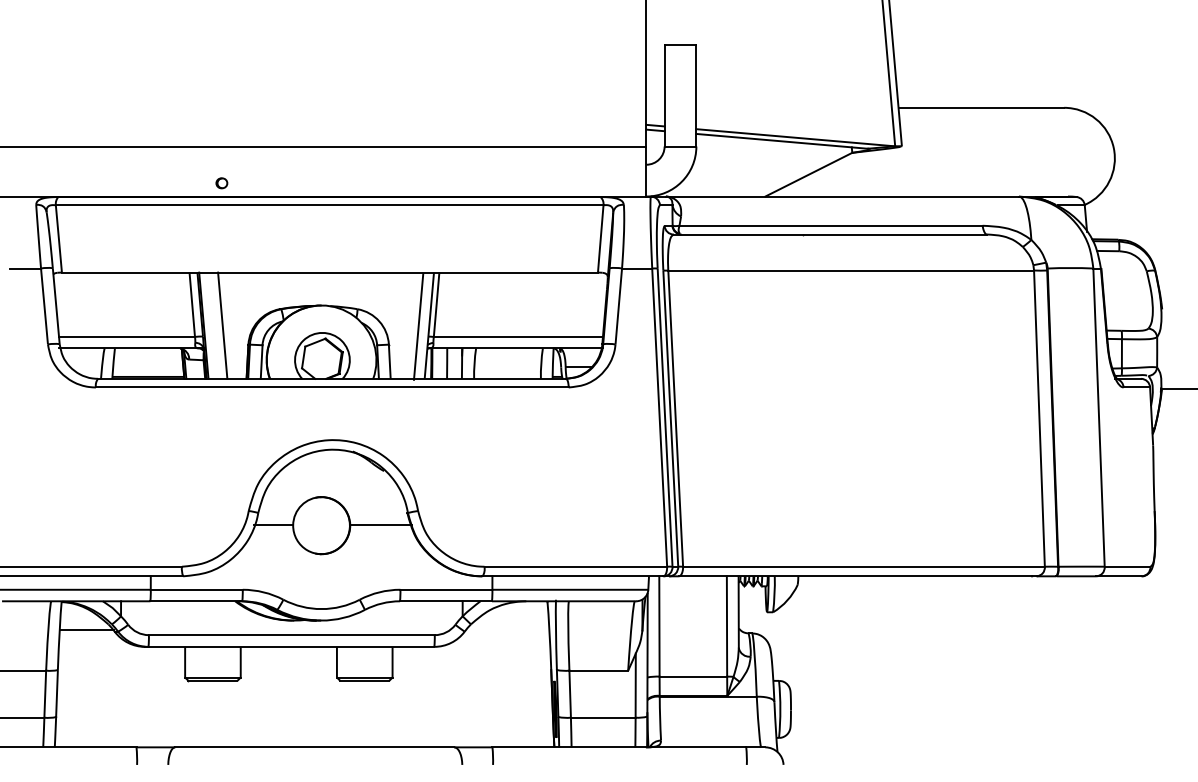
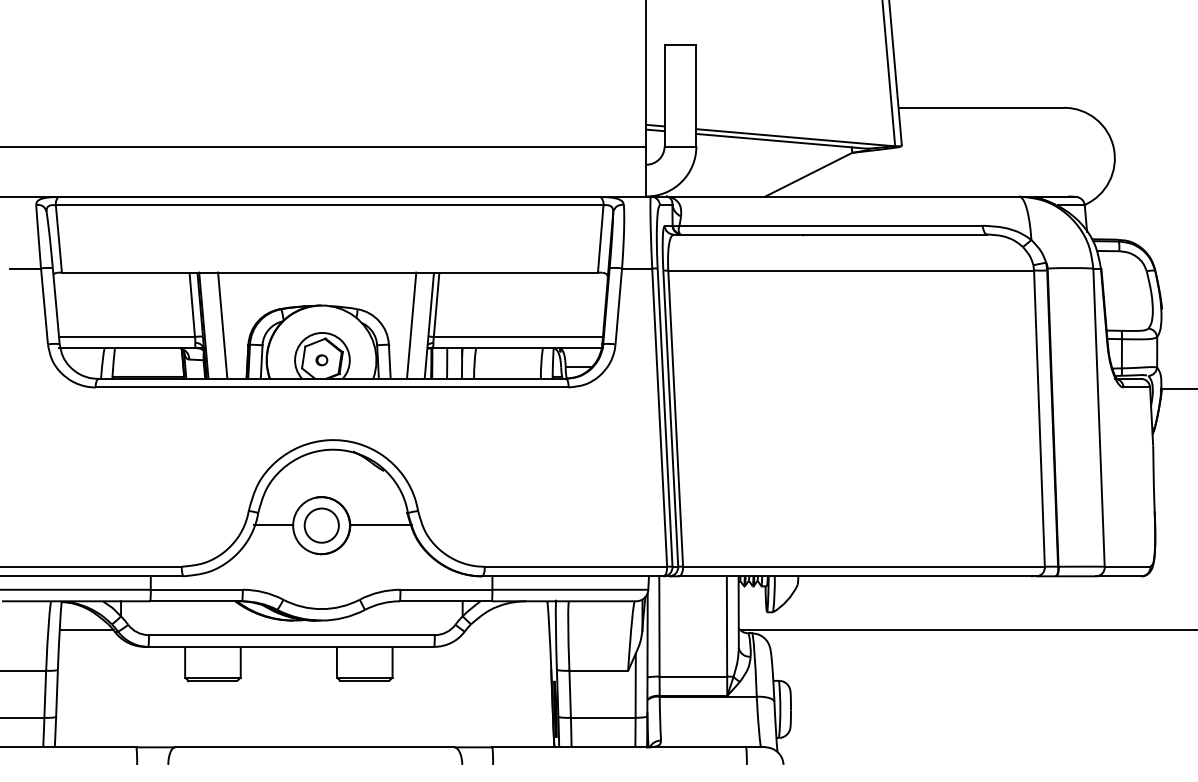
part at (221, 183) position: (221, 183) -> (321, 360)
line at (418, 326) position: (418, 326) -> (411, 325)
circle at (321, 525): none -> present
line at (967, 630): none -> present
